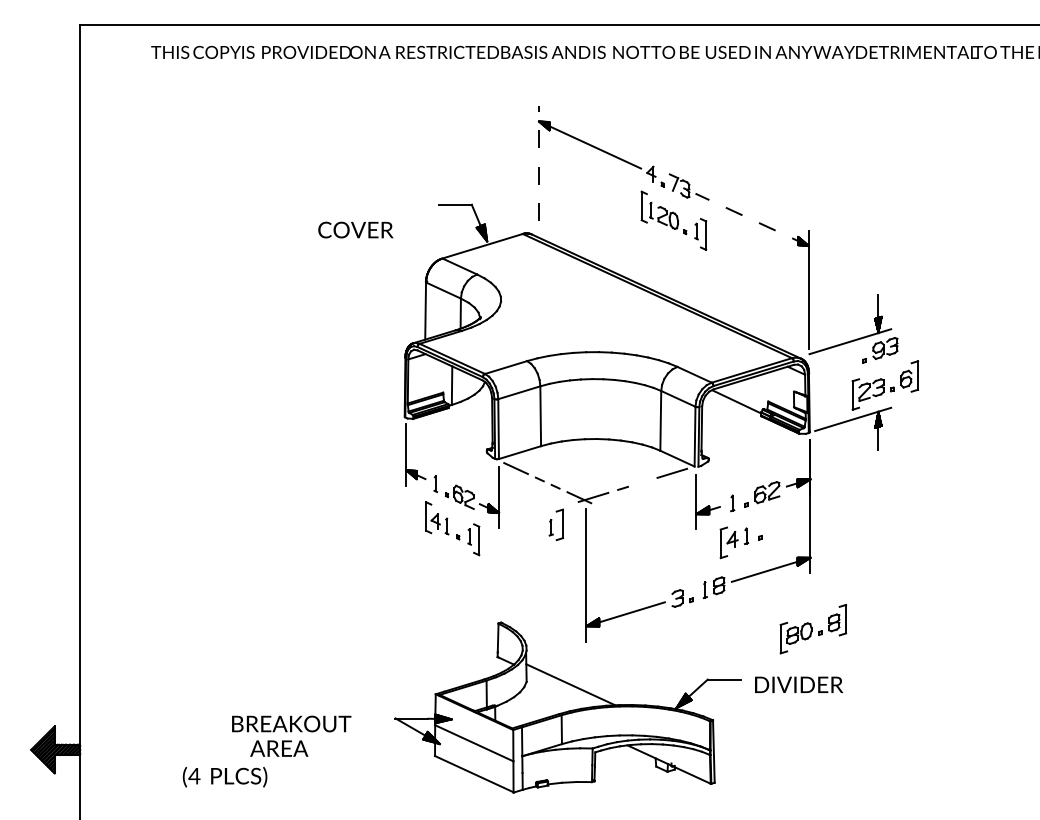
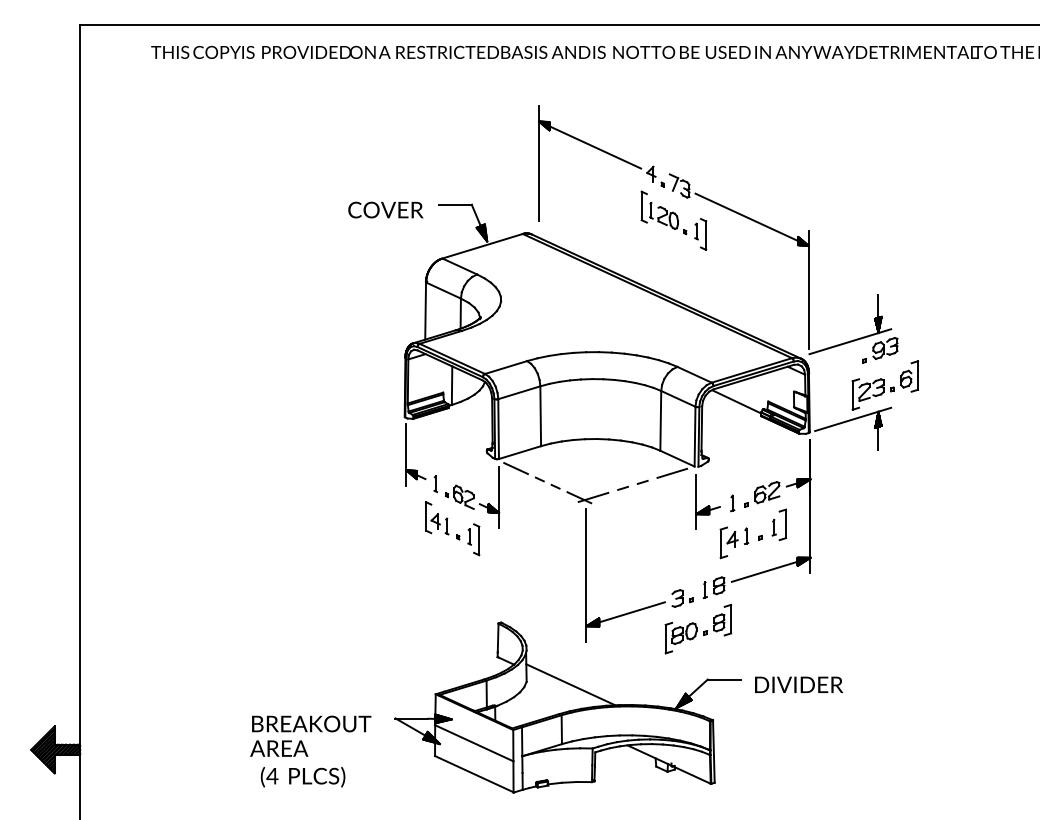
line at (539, 163): dashed -> solid
line at (751, 219): dashed -> solid
text at (355, 229) position: (355, 229) -> (385, 209)
line at (642, 482): none -> present
part at (556, 524) position: (556, 524) -> (779, 524)
part at (813, 628) position: (813, 628) -> (698, 628)
text at (291, 723) position: (291, 723) -> (311, 723)
text at (224, 777) position: (224, 777) -> (302, 777)
